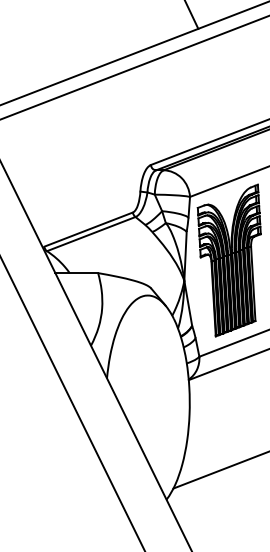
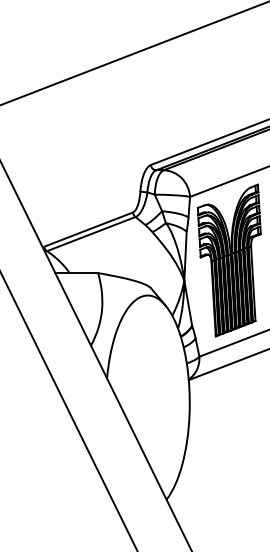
line at (191, 15): present -> none
line at (134, 67): present -> none
line at (72, 404) position: (72, 404) -> (69, 411)
line at (219, 470): present -> none
